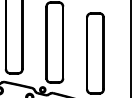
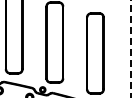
line at (131, 49): solid -> dashed
